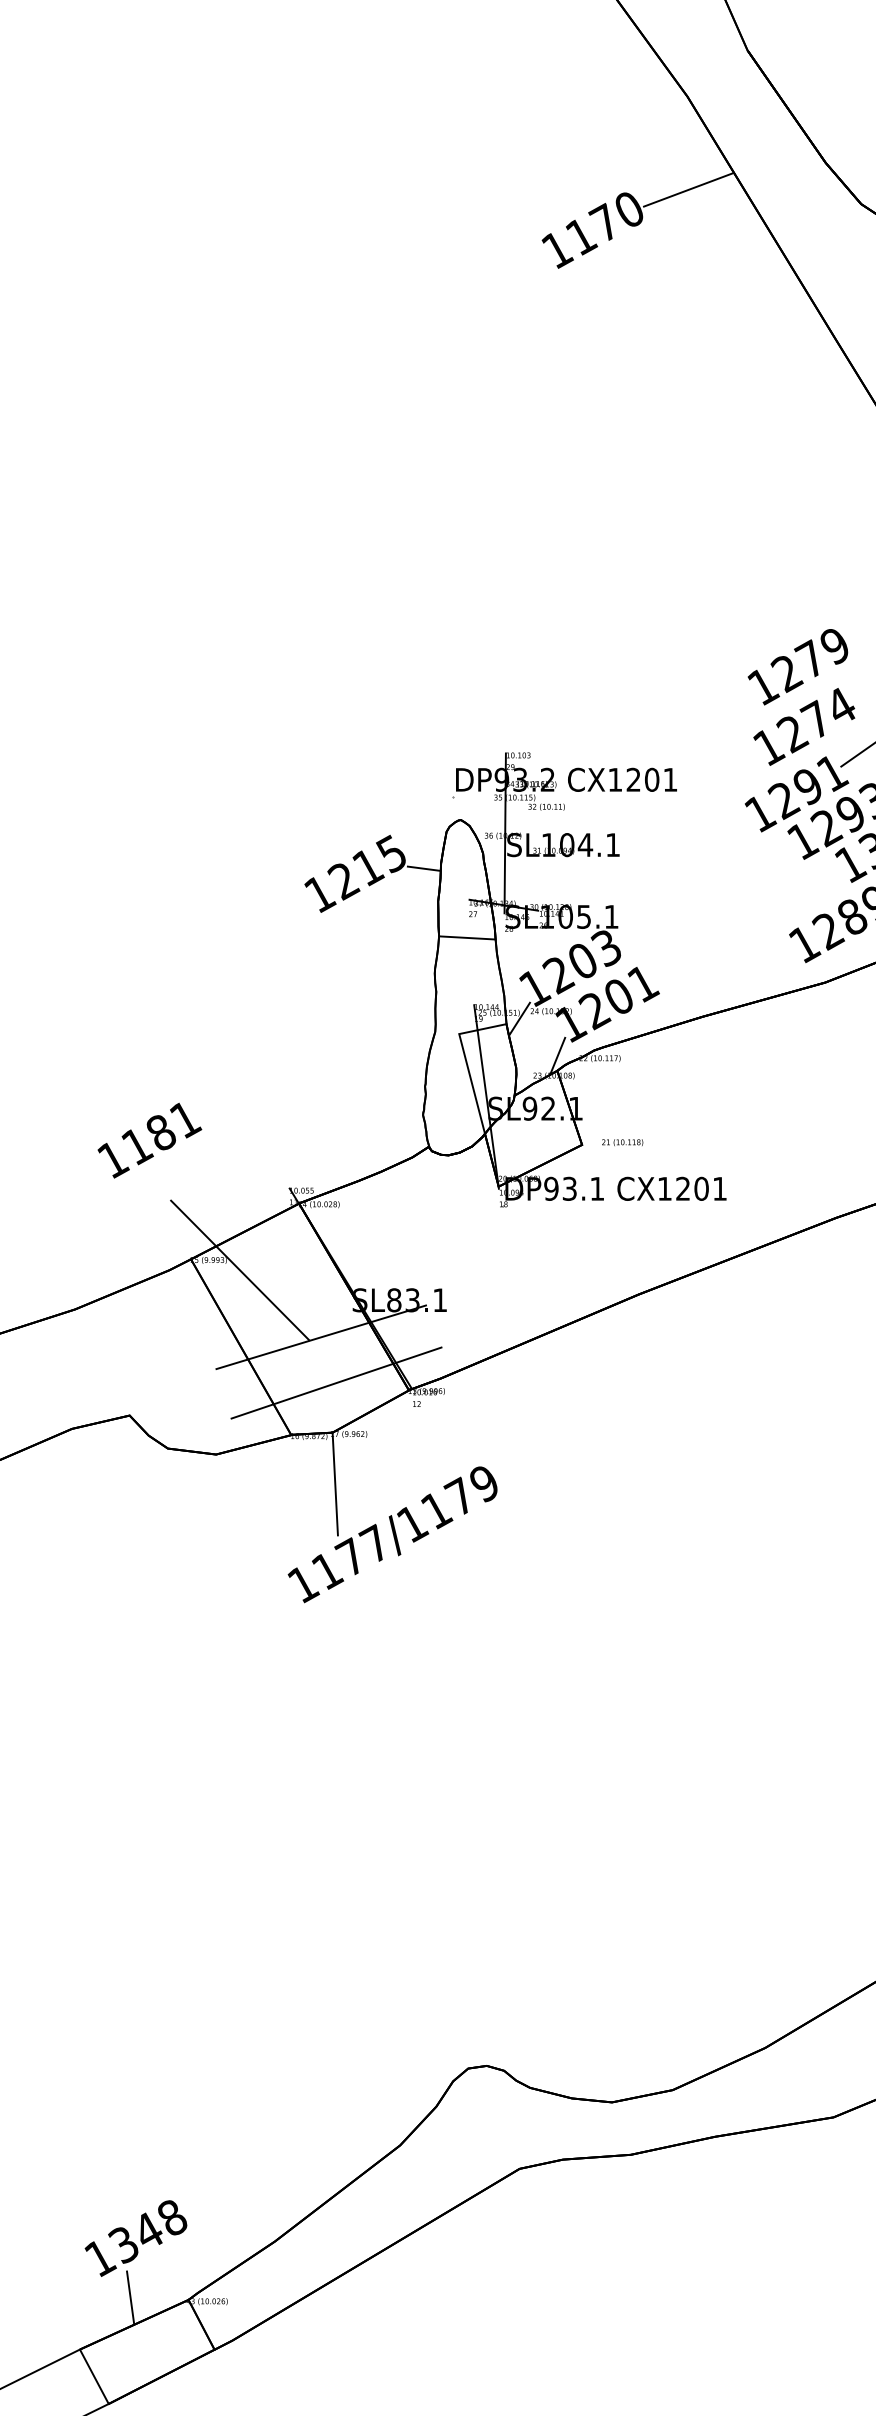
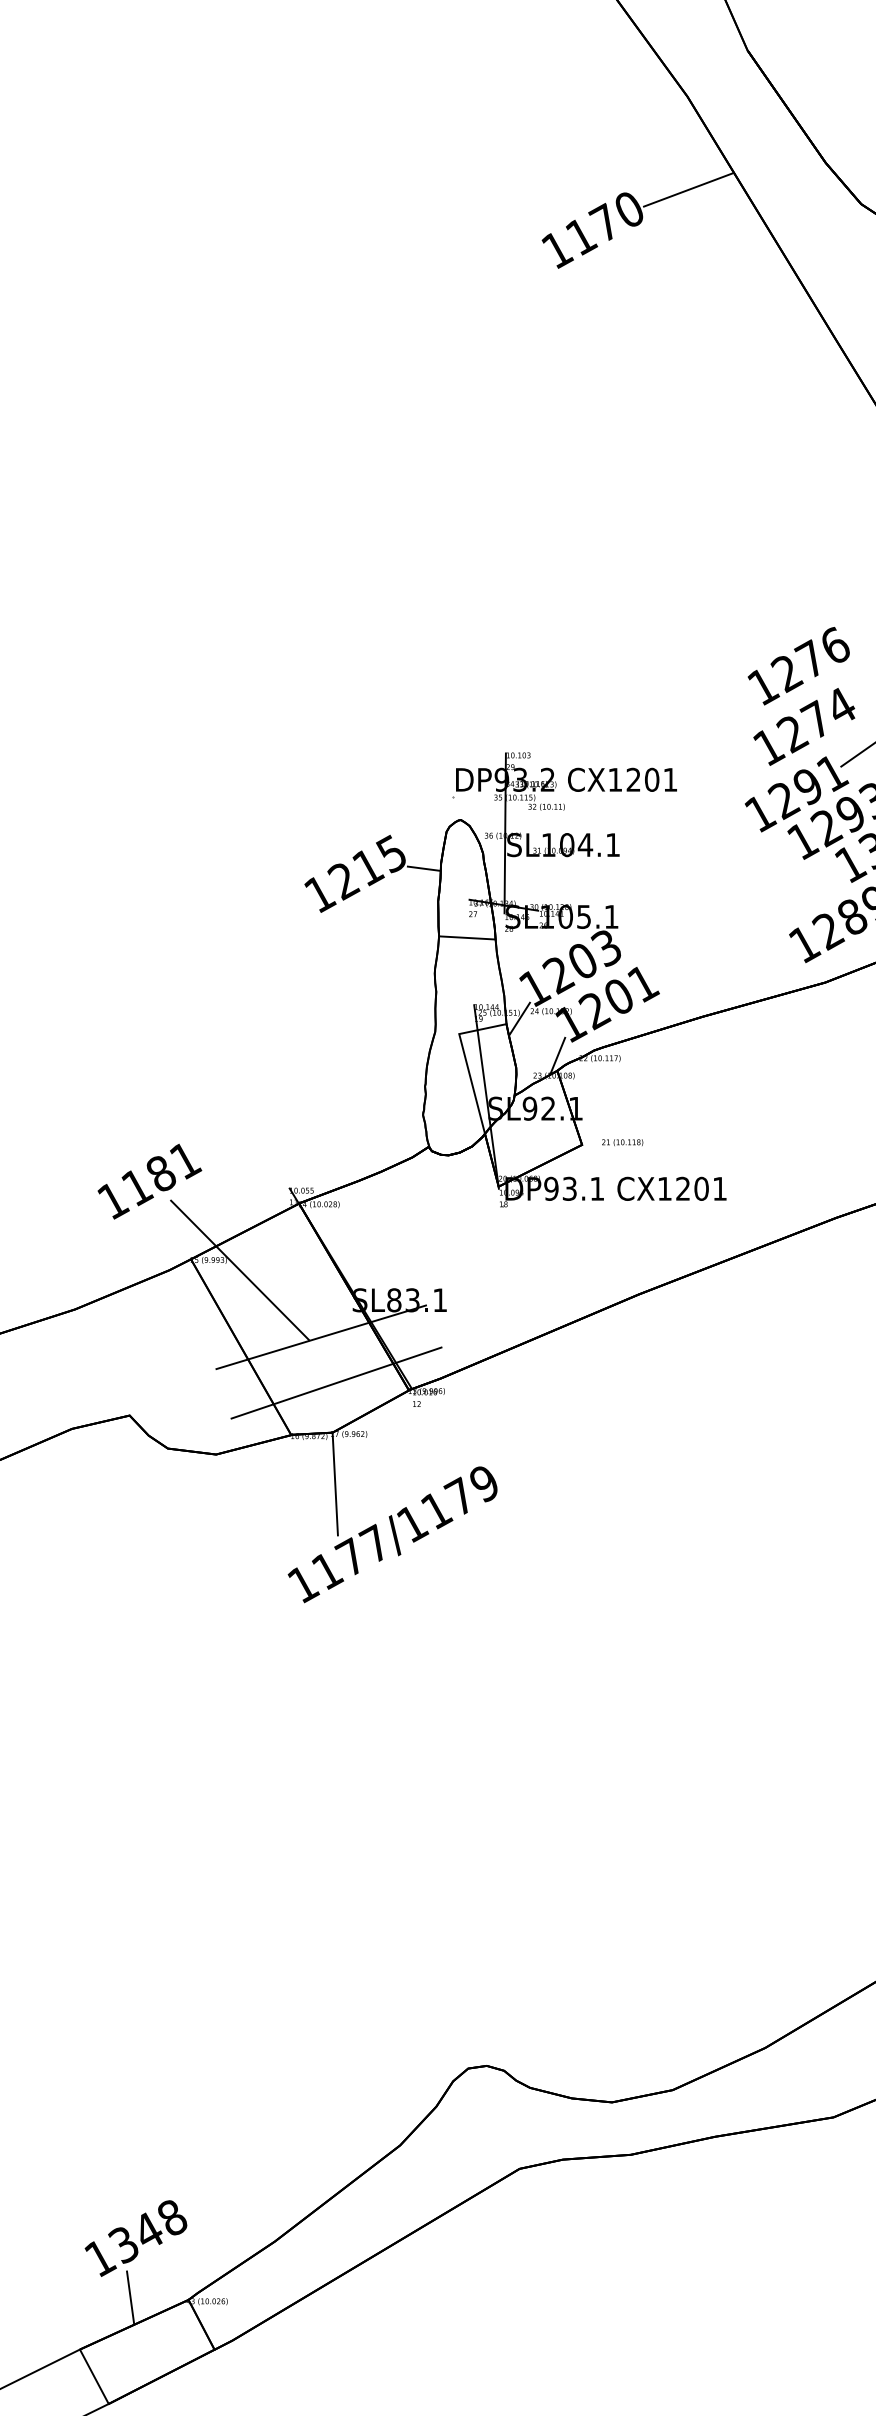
text at (834, 645): 1279 -> 1276
text at (149, 1140) position: (149, 1140) -> (149, 1181)
